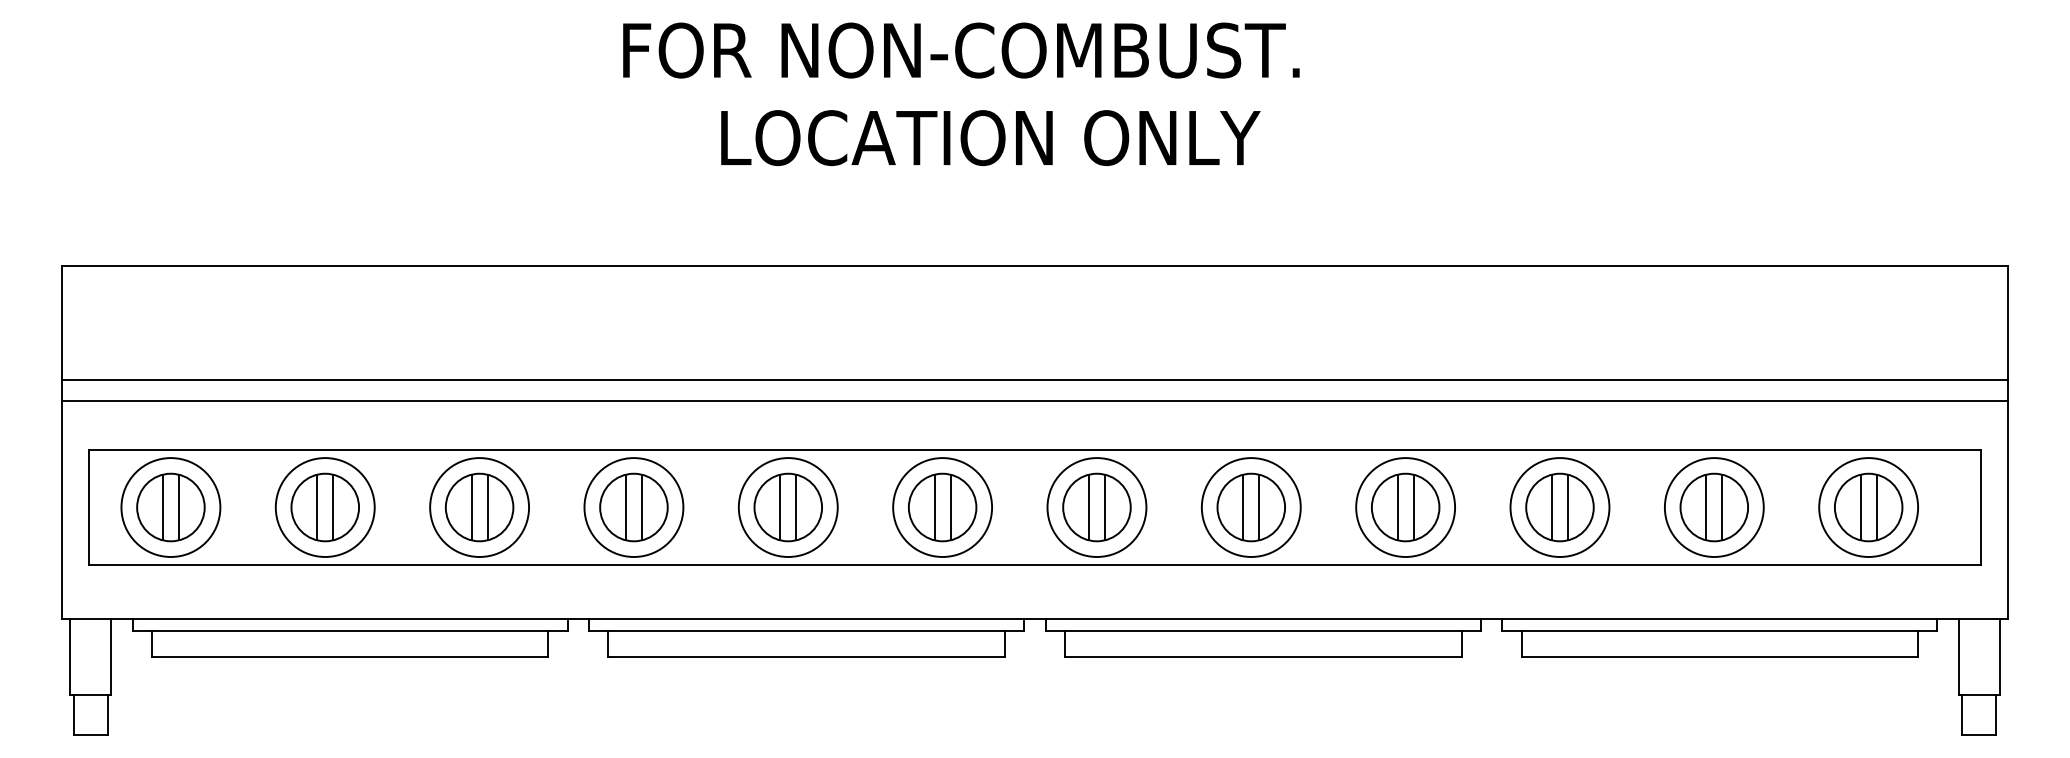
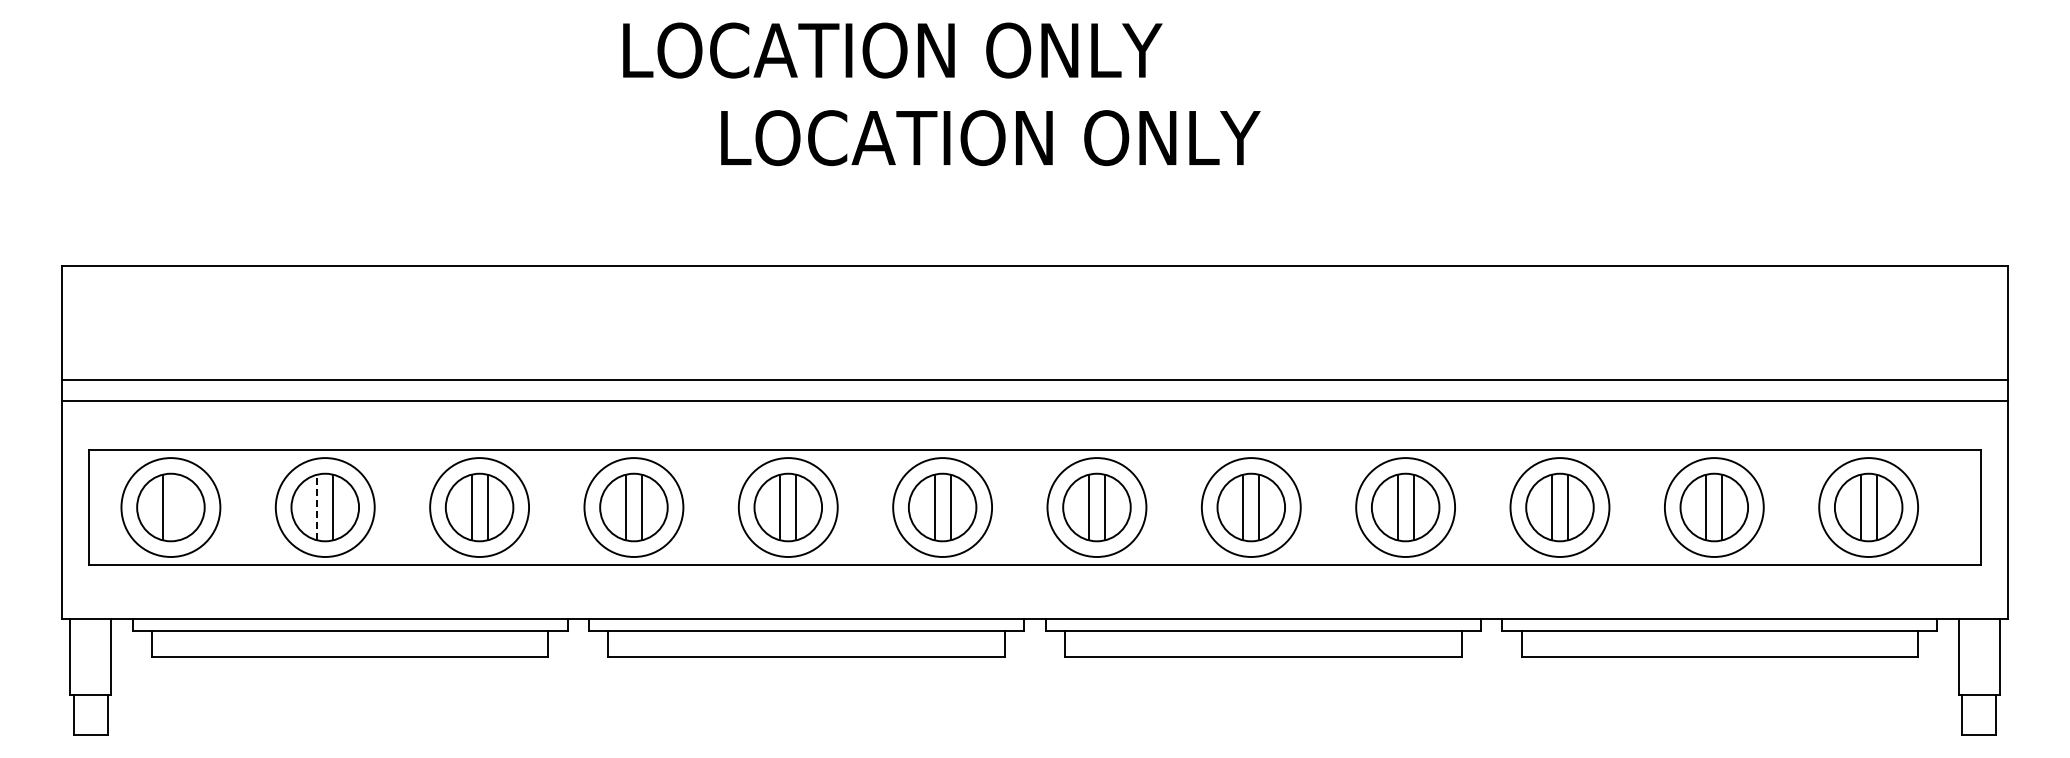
text at (964, 50): FOR NON-COMBUST. -> LOCATION ONLY
line at (178, 507): present -> none
line at (317, 507): solid -> dashed
